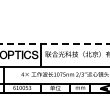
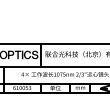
line at (54, 44): dashed -> solid
